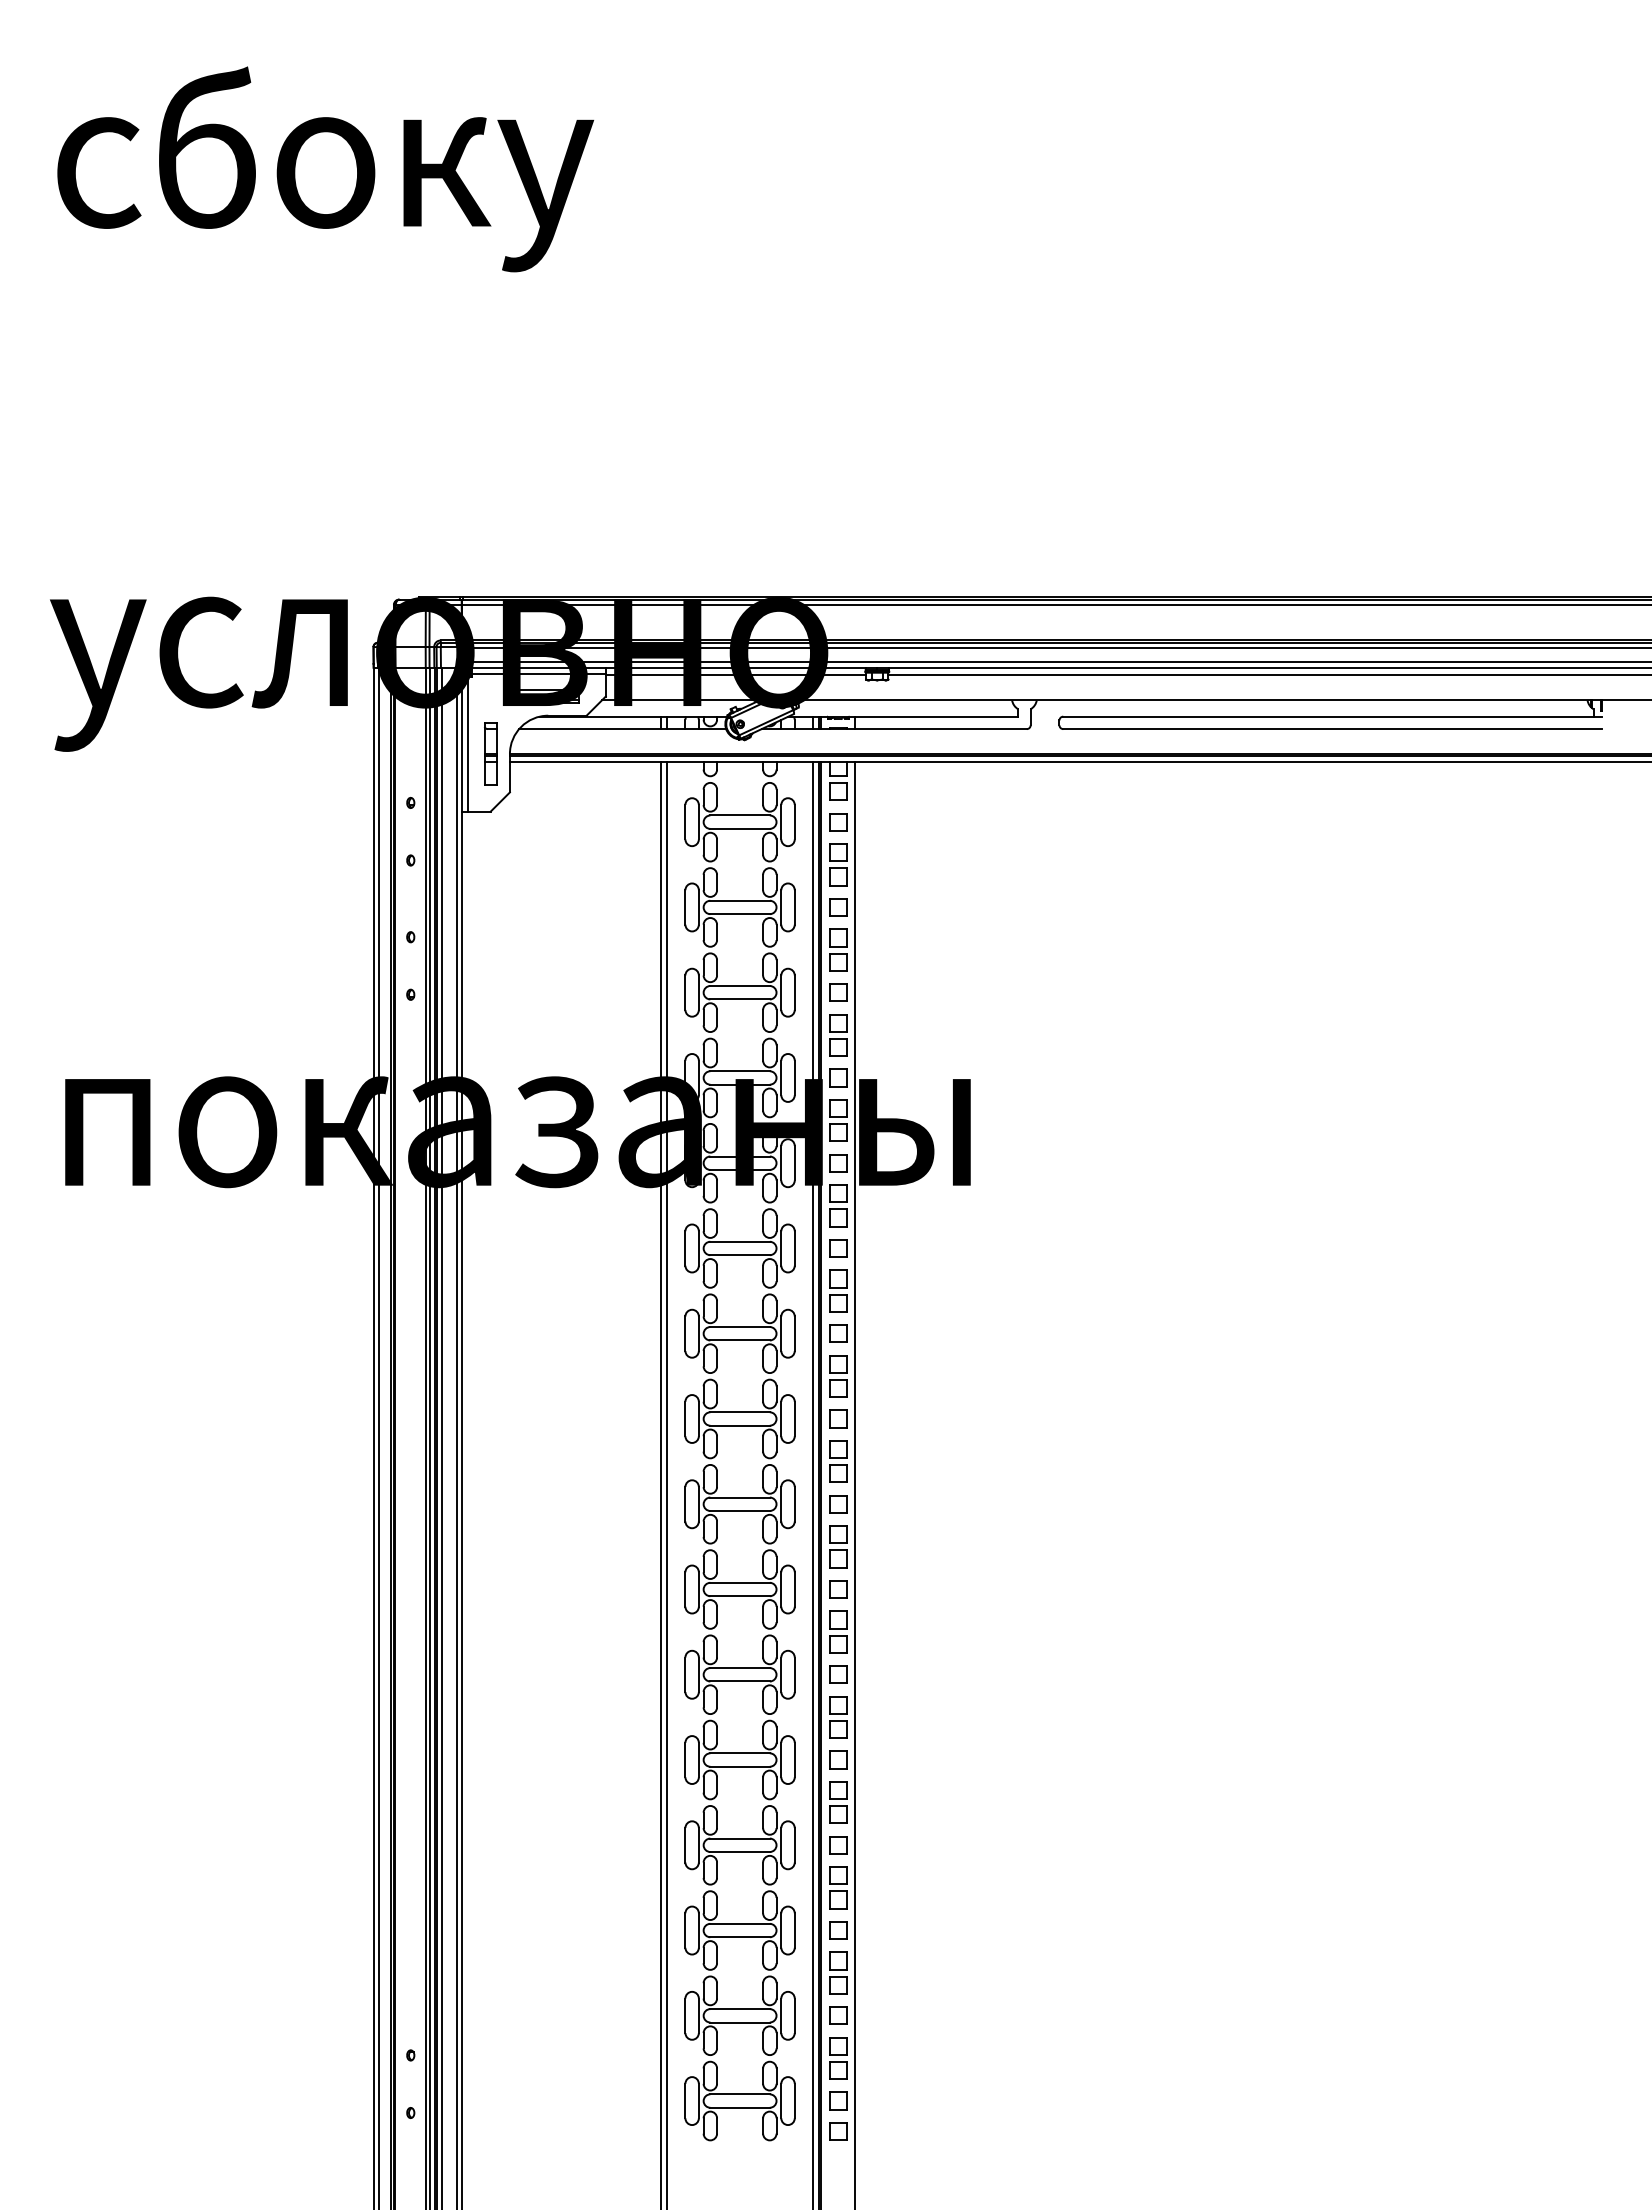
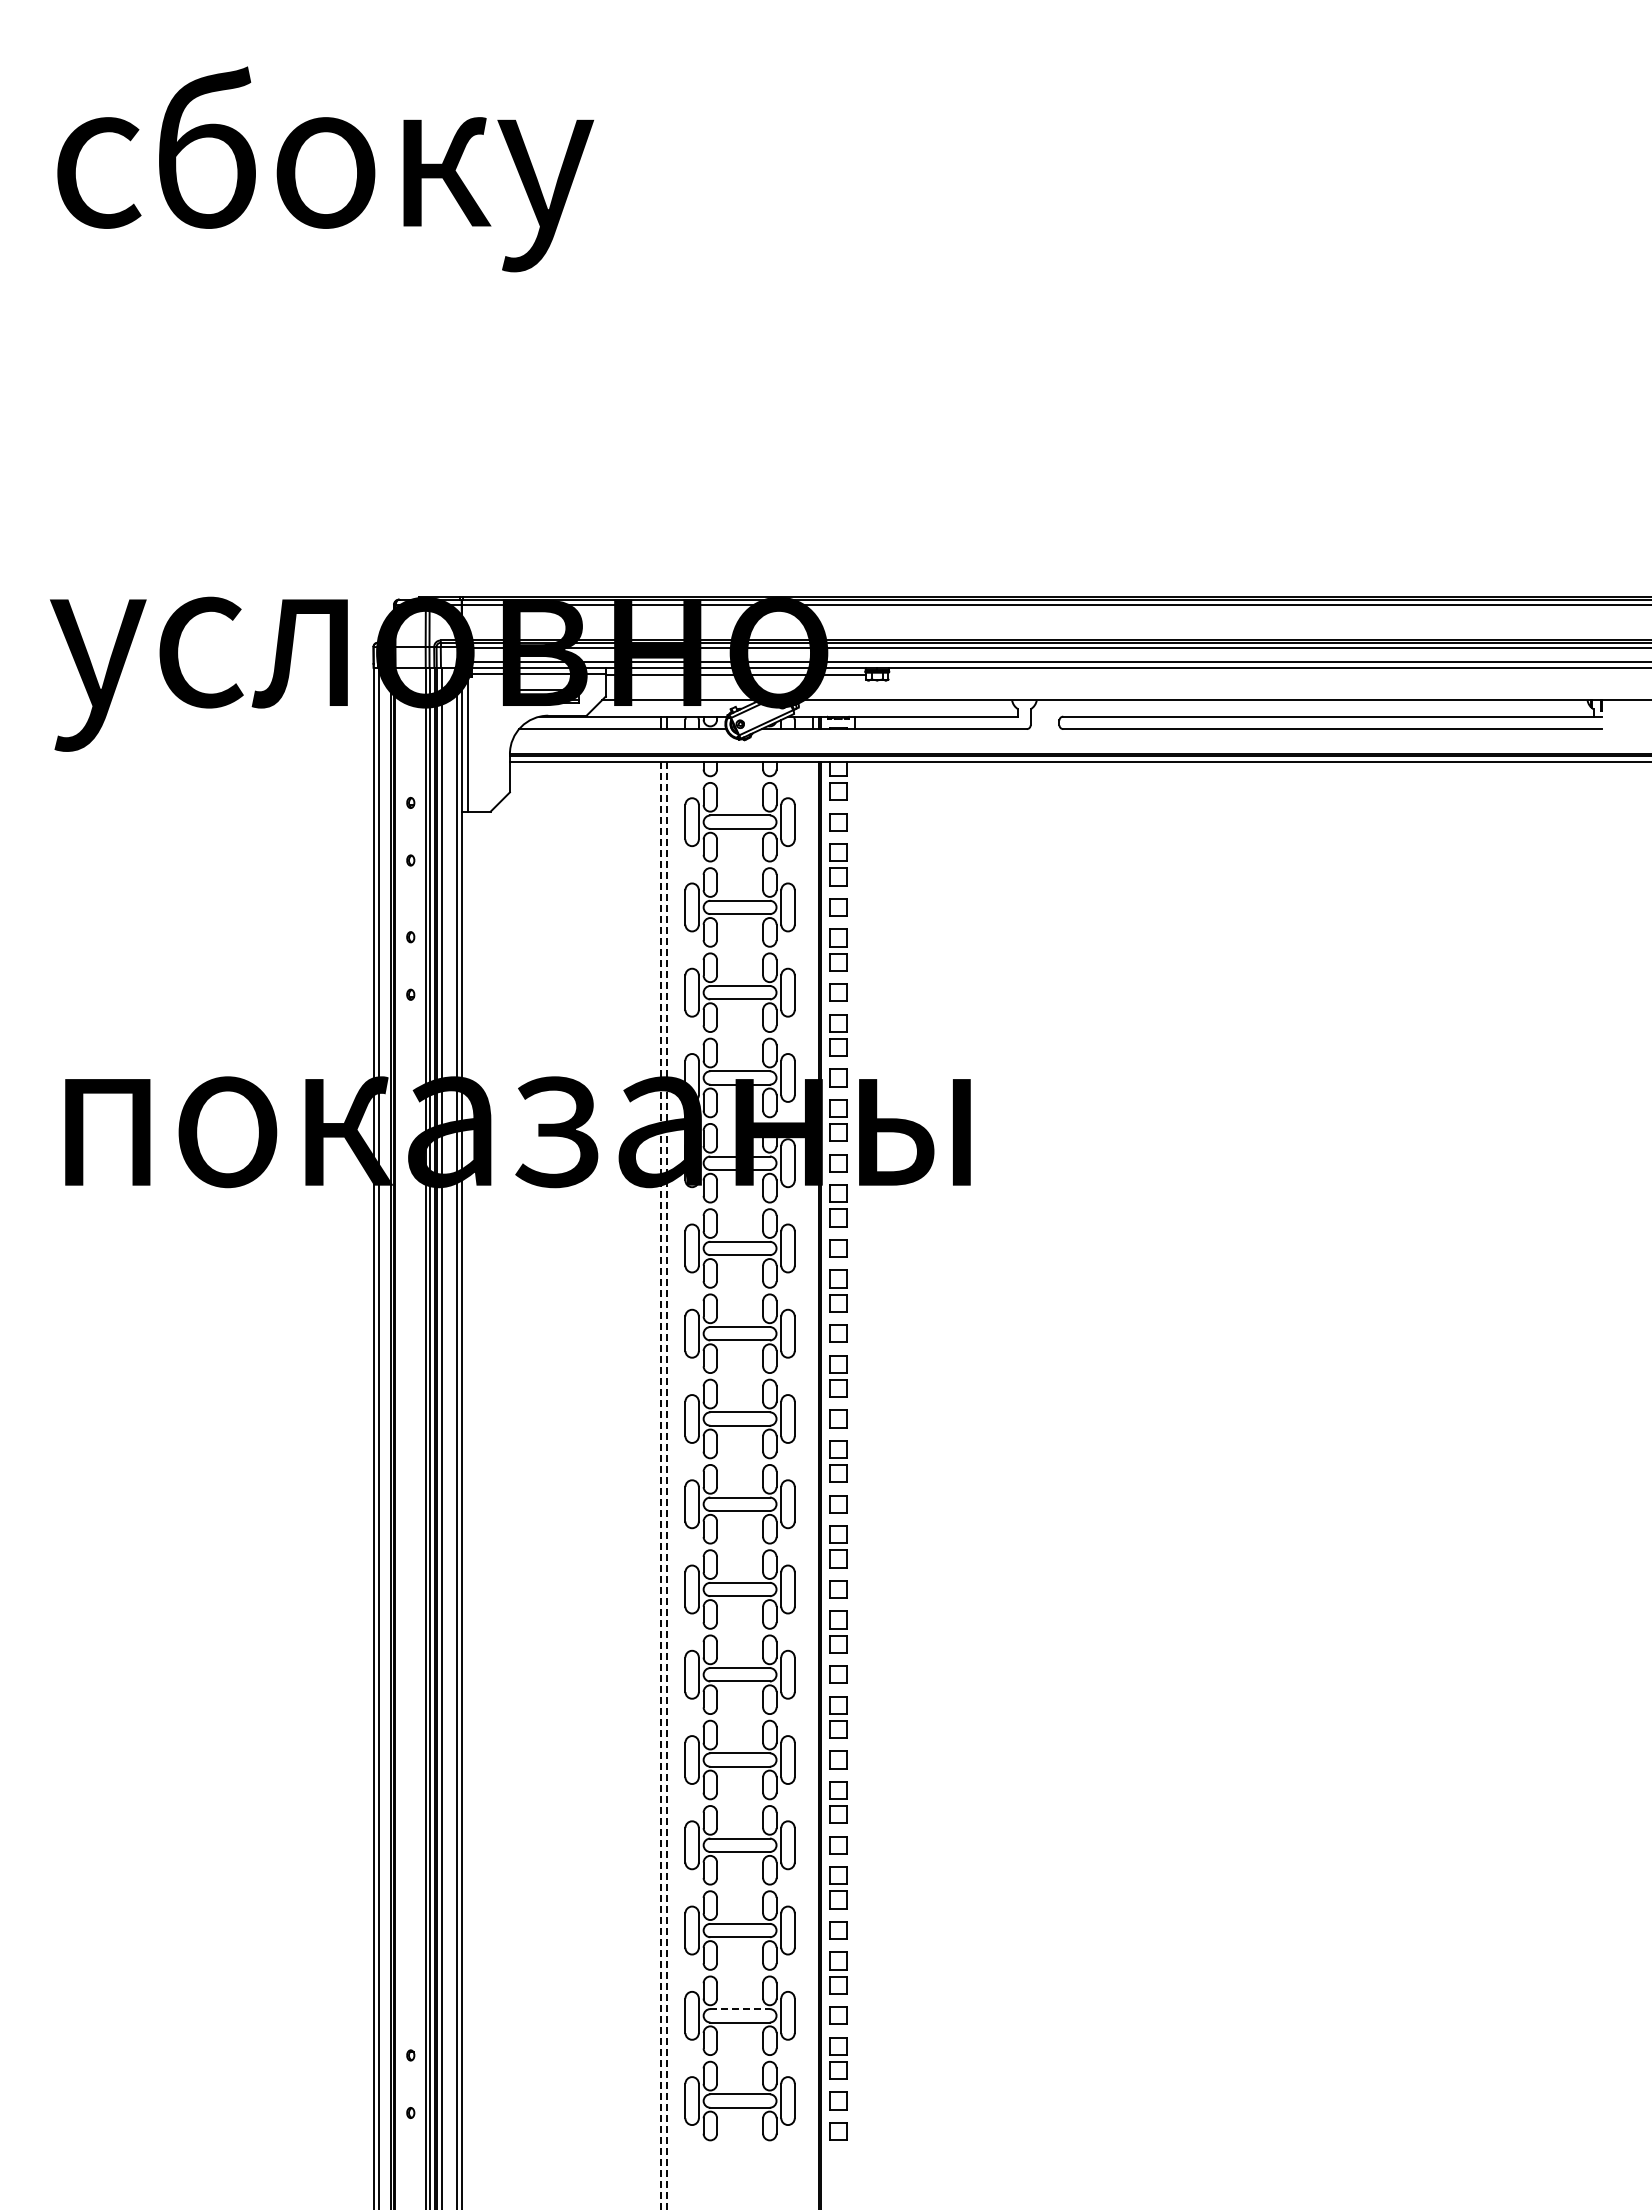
line at (1268, 675): present -> none
part at (490, 753): present -> none
line at (812, 1483): present -> none
line at (855, 1483): present -> none
line at (661, 1485): solid -> dashed
line at (667, 1485): solid -> dashed
line at (740, 2009): solid -> dashed
